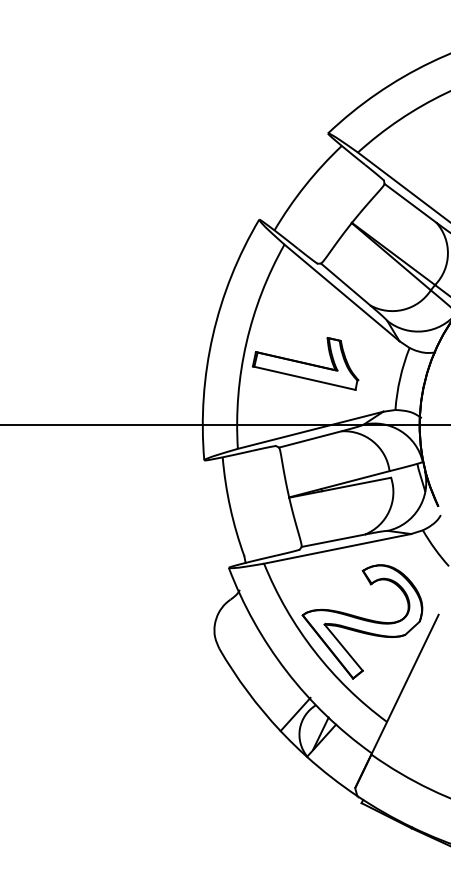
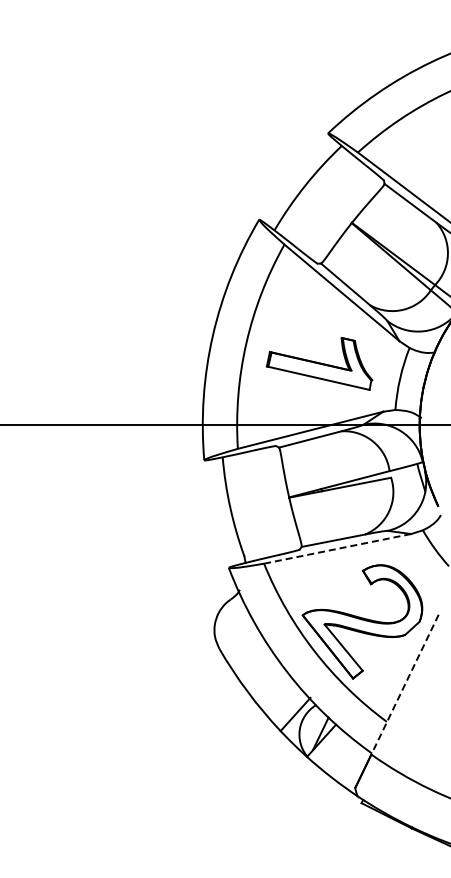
part at (305, 363) position: (305, 363) -> (319, 363)
line at (338, 548): solid -> dashed
line at (405, 684): solid -> dashed
